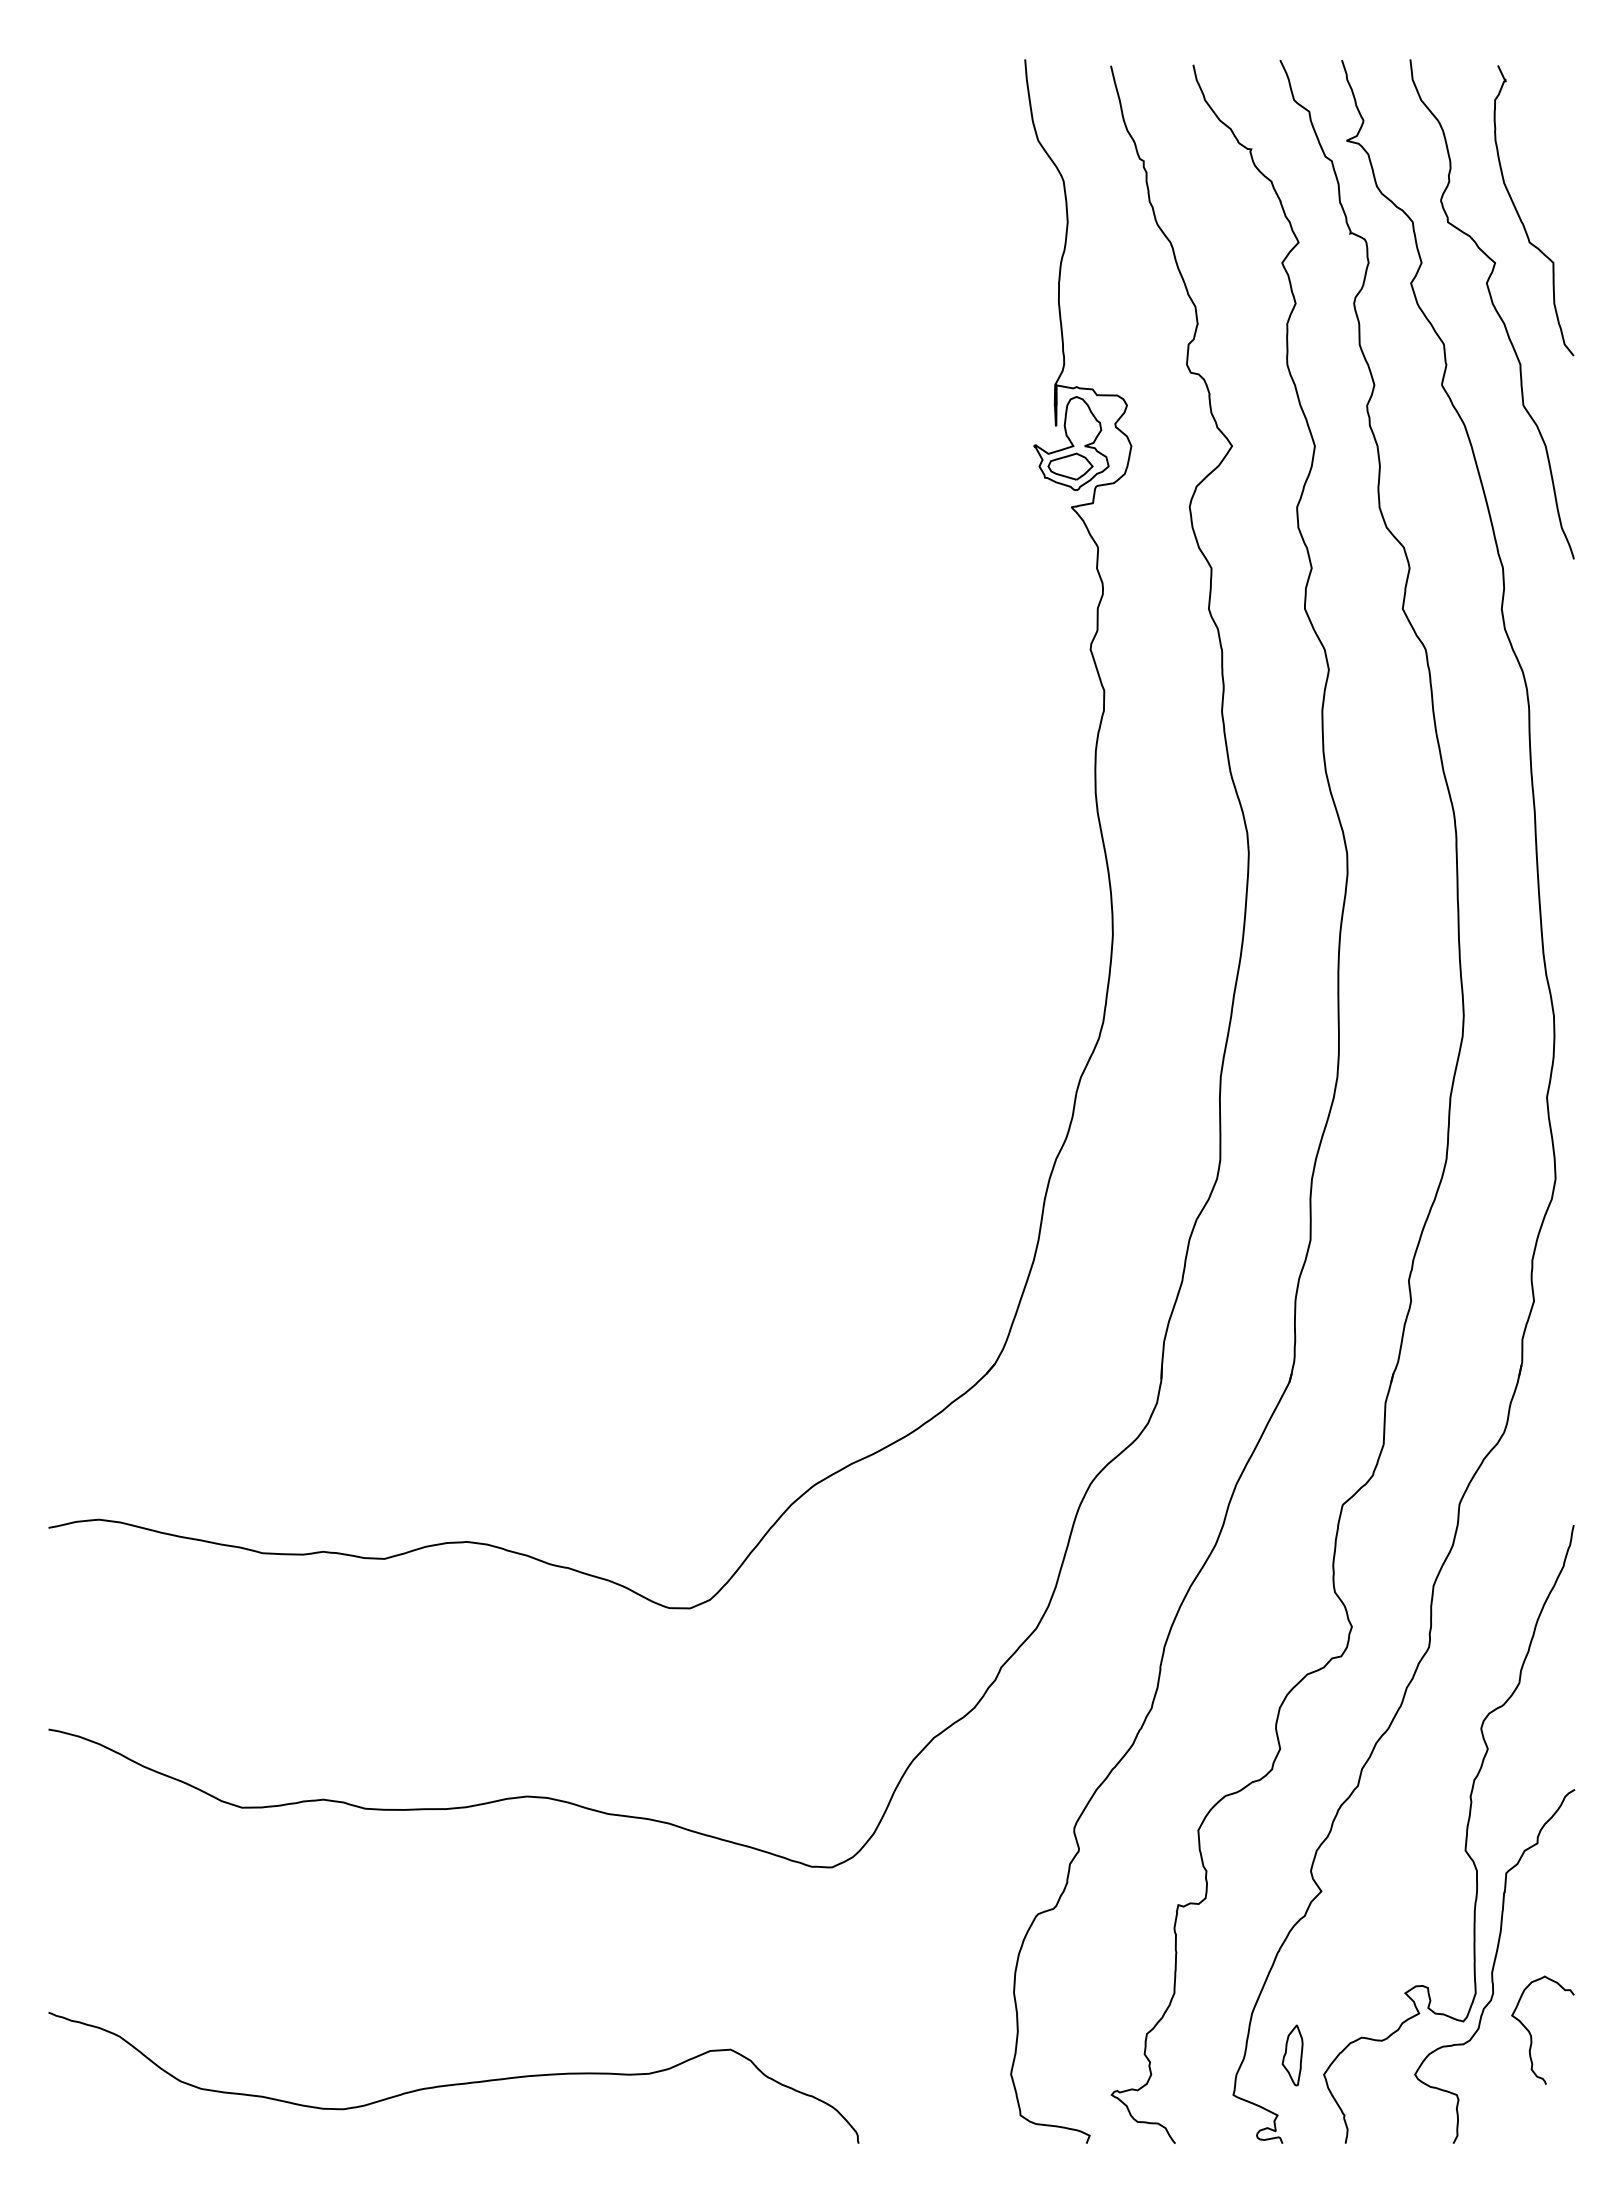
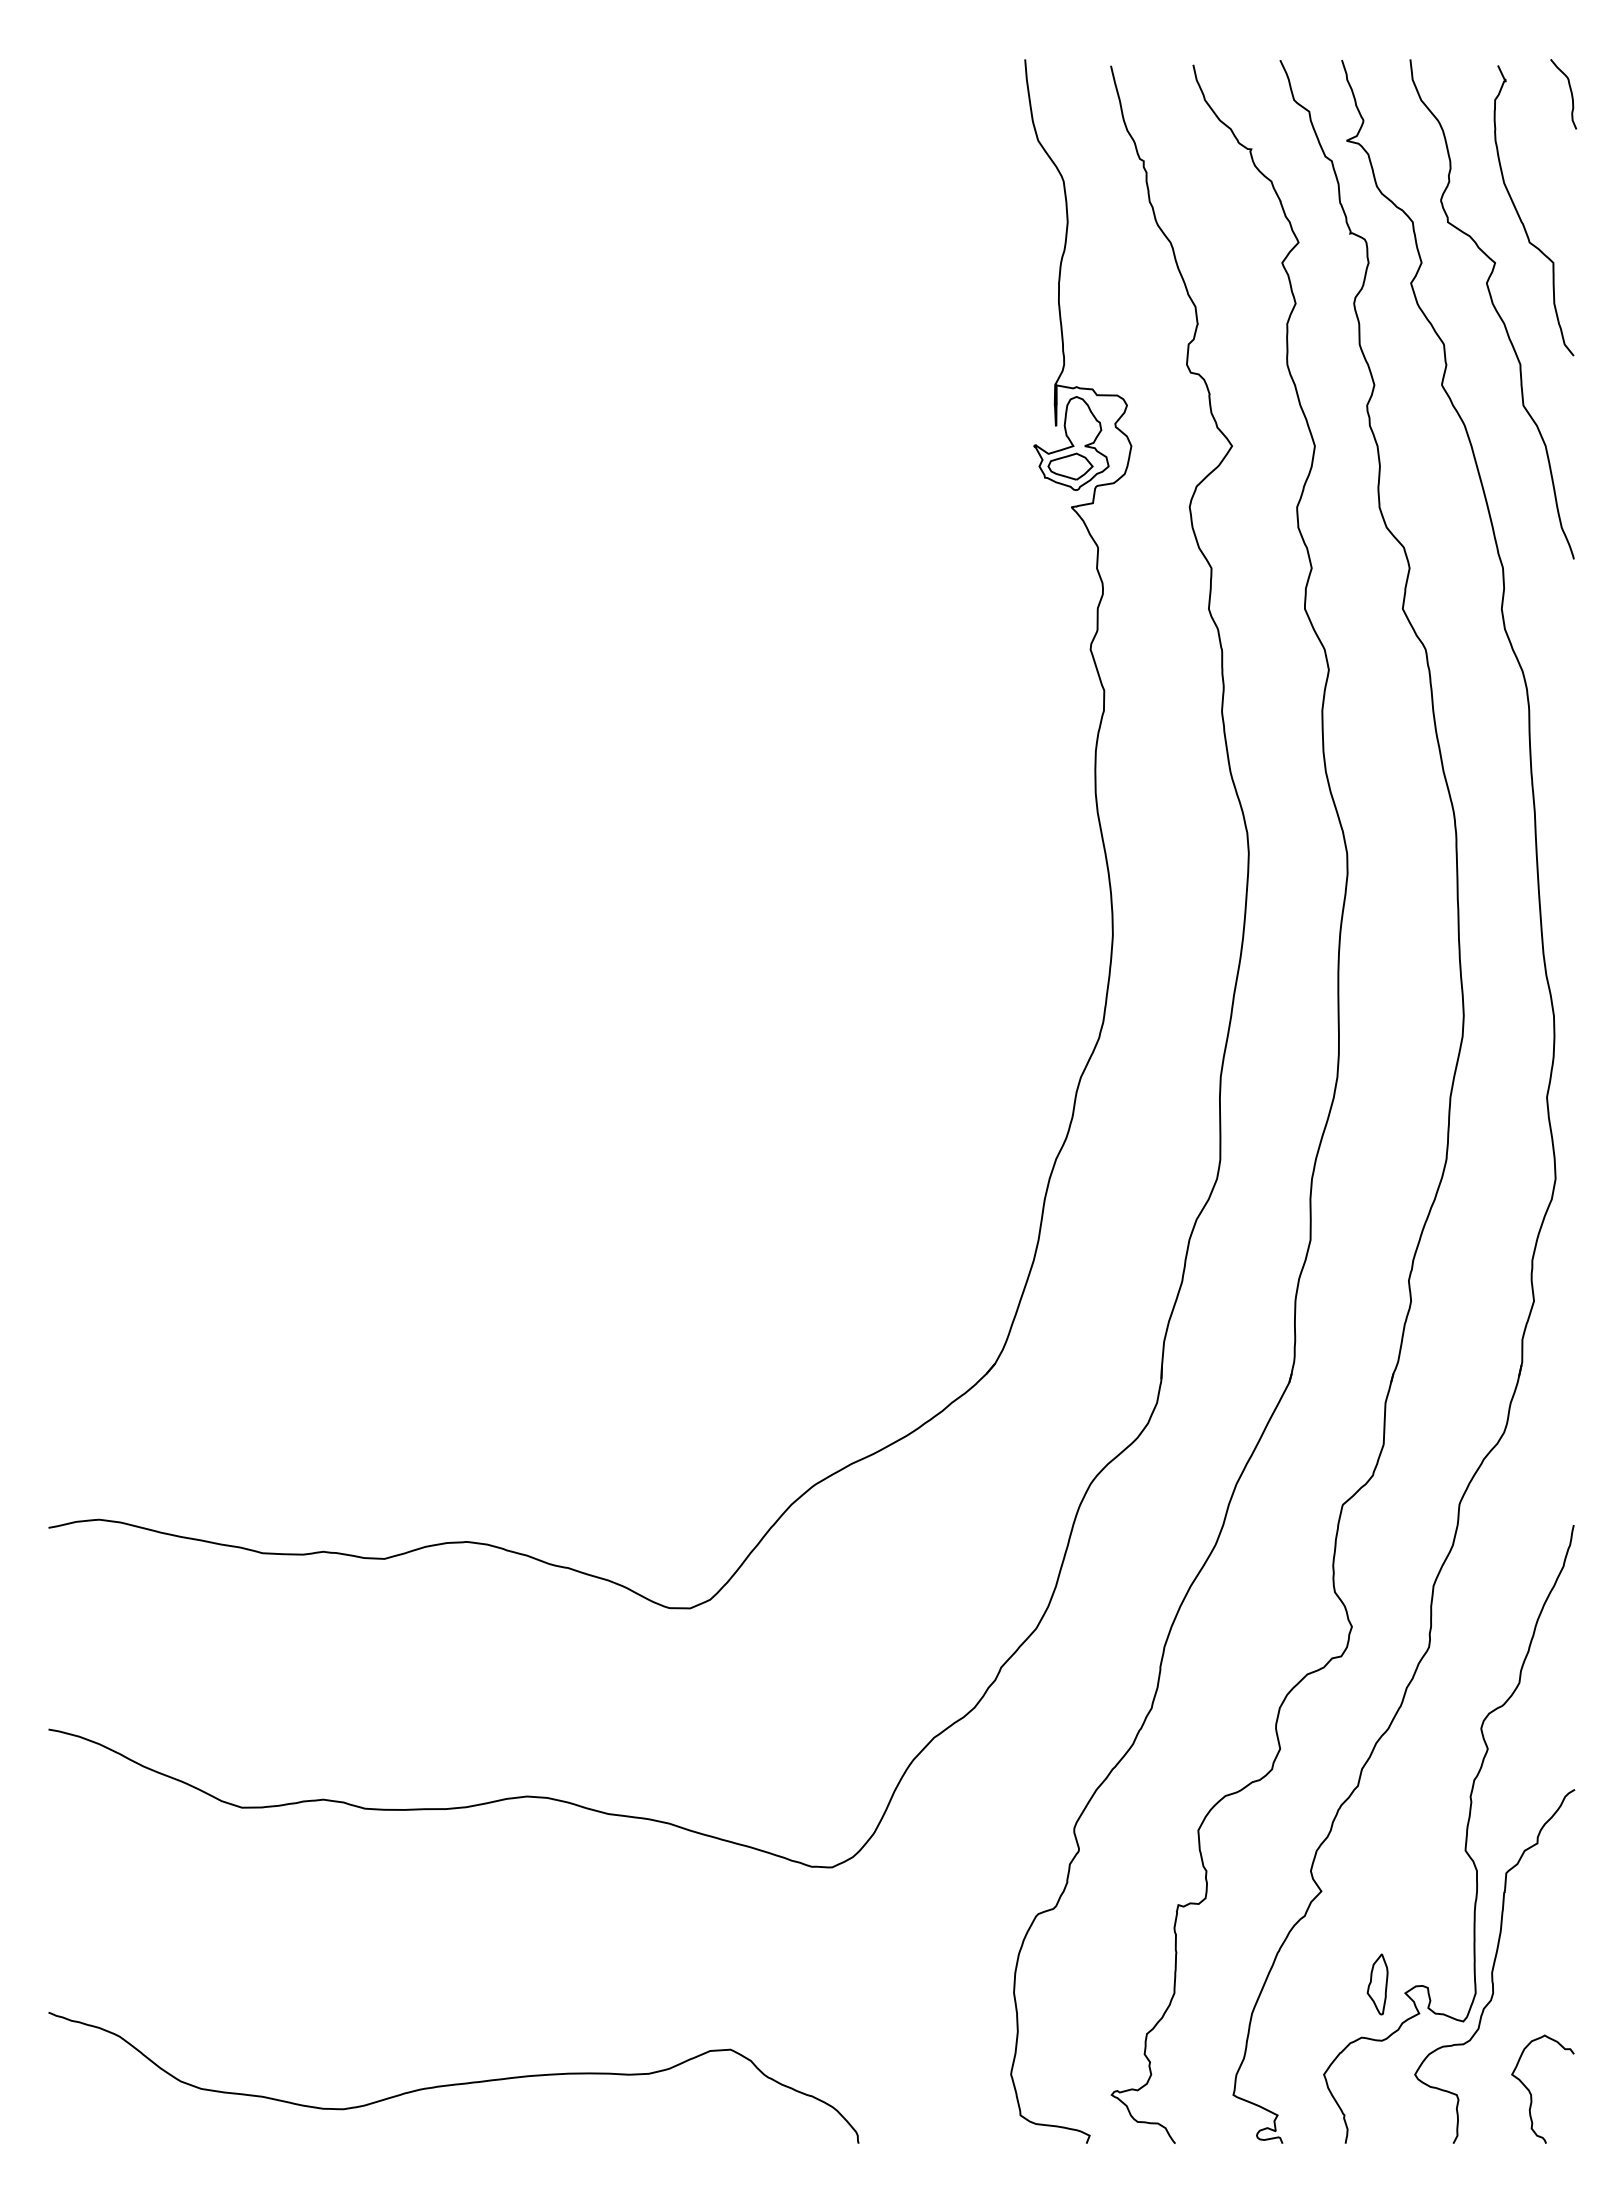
curve at (1570, 92): none -> present
curve at (1531, 2034) position: (1531, 2034) -> (1531, 2093)
part at (1292, 2055) position: (1292, 2055) -> (1377, 1984)
